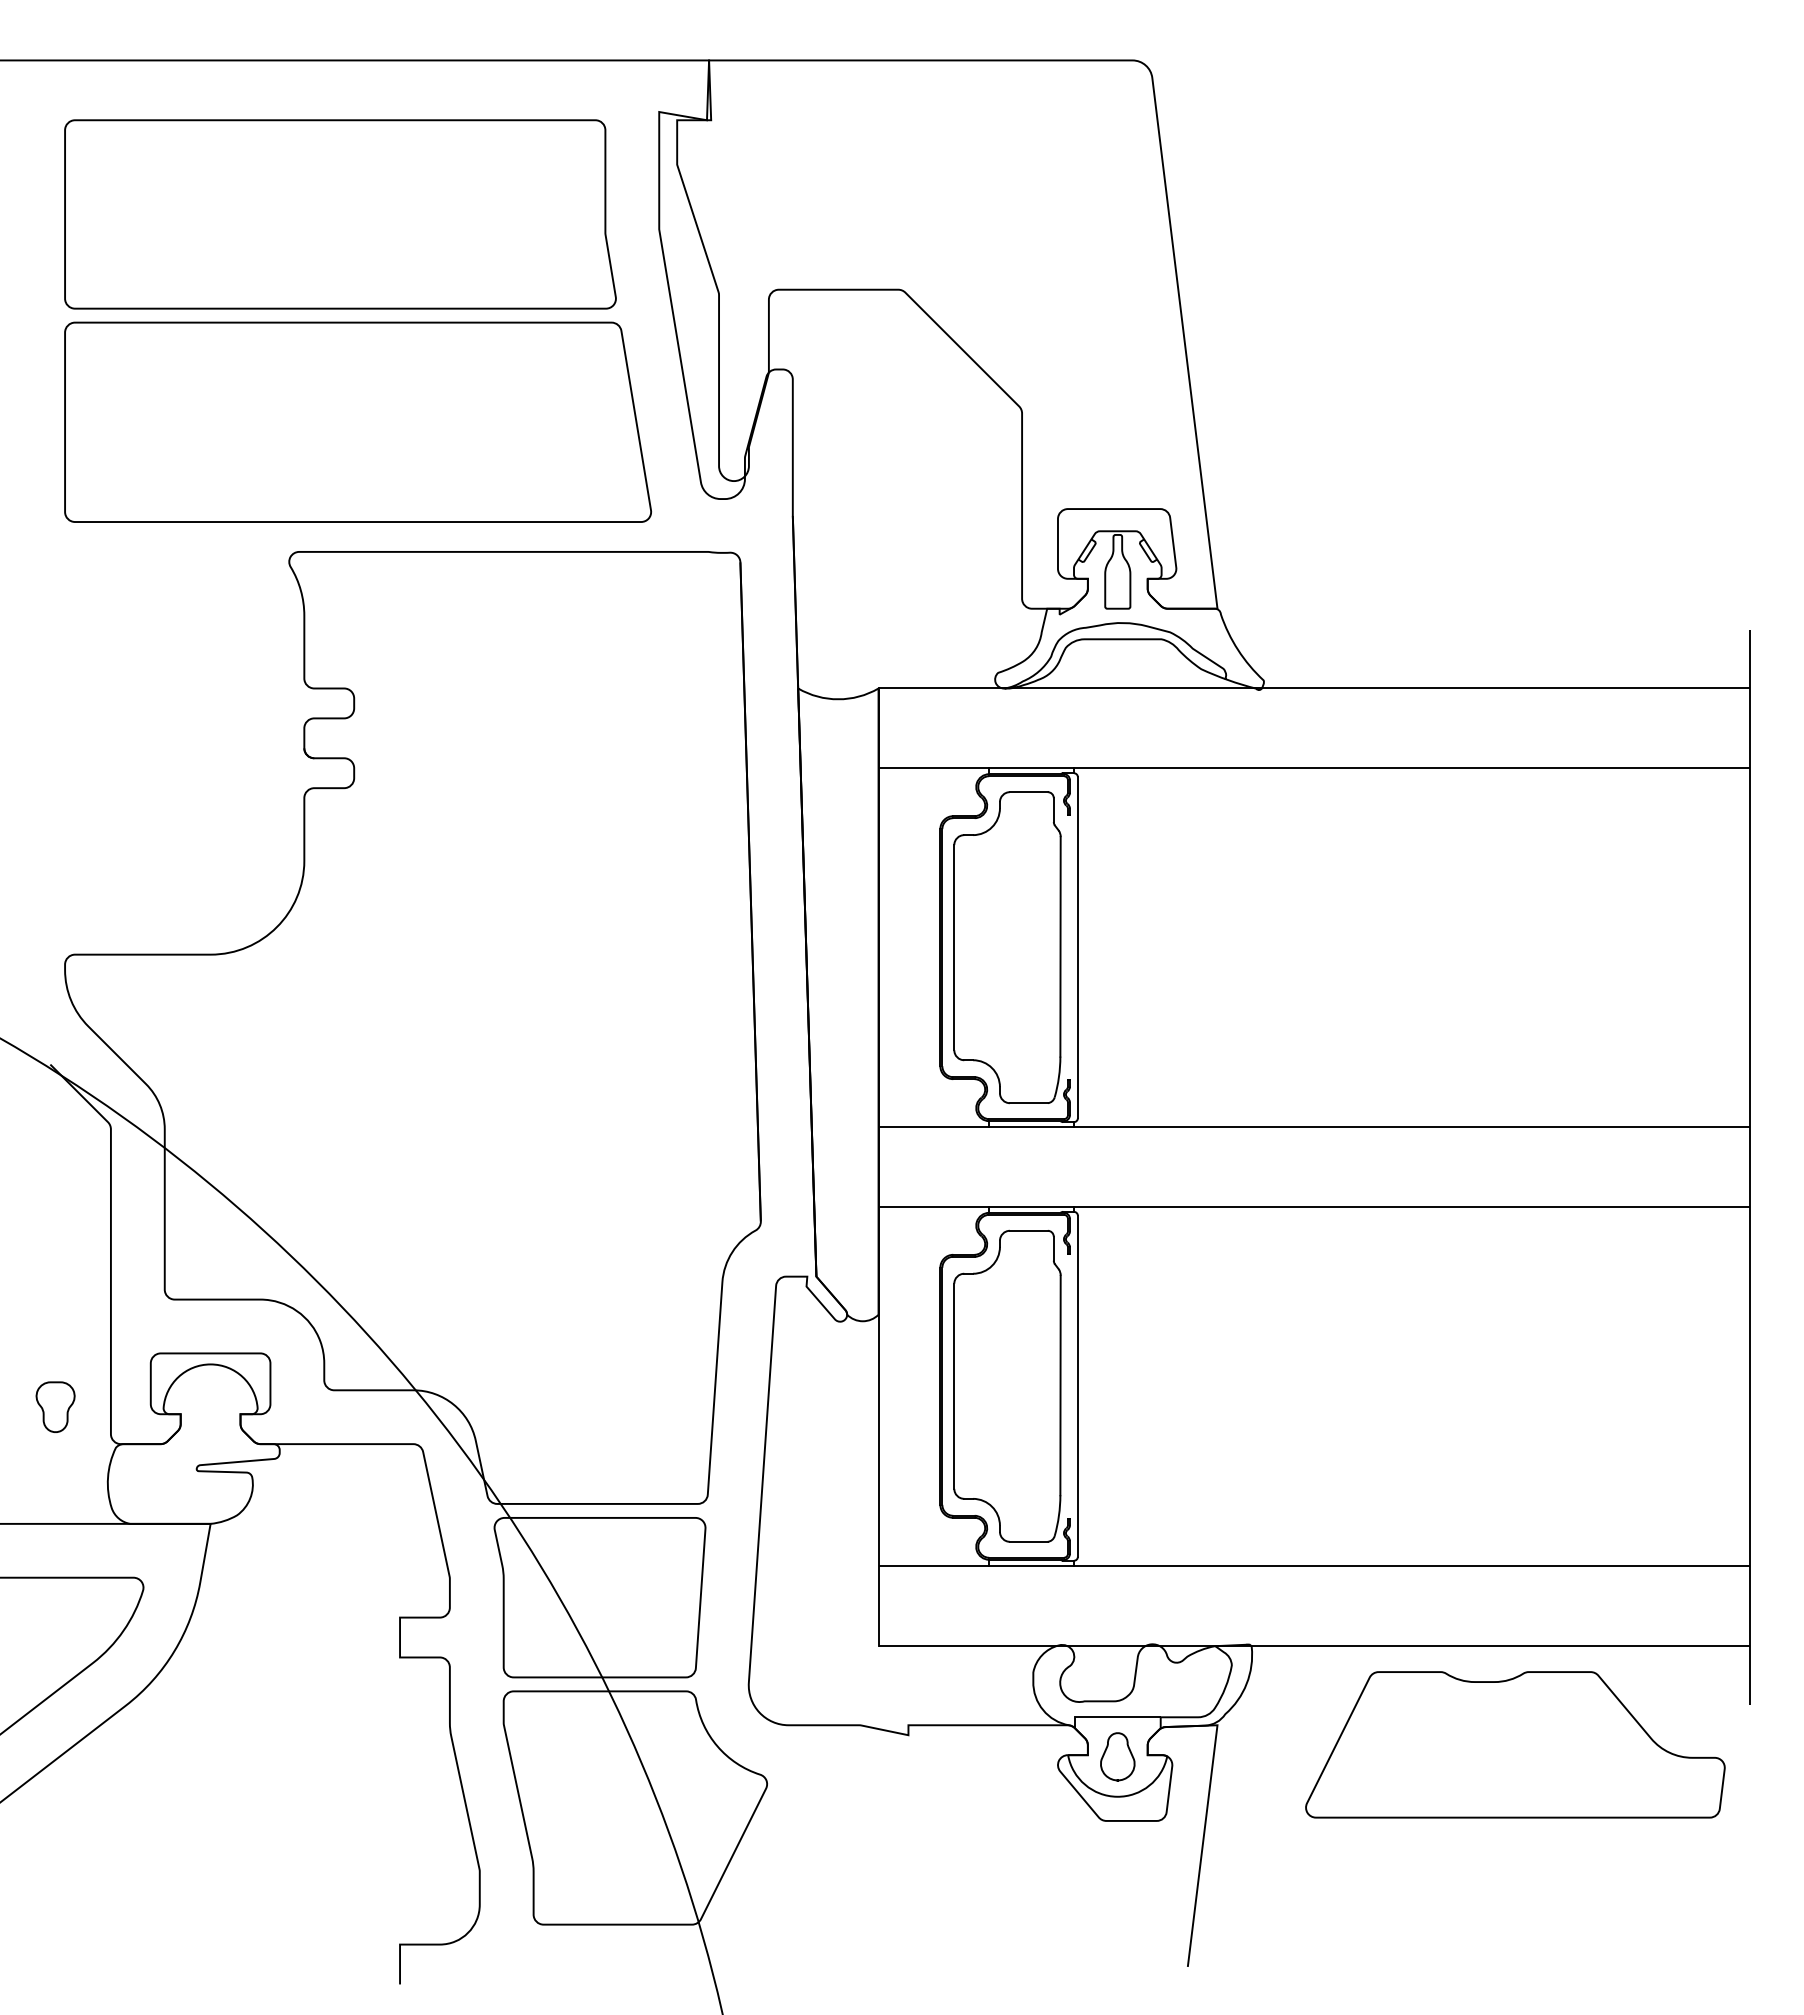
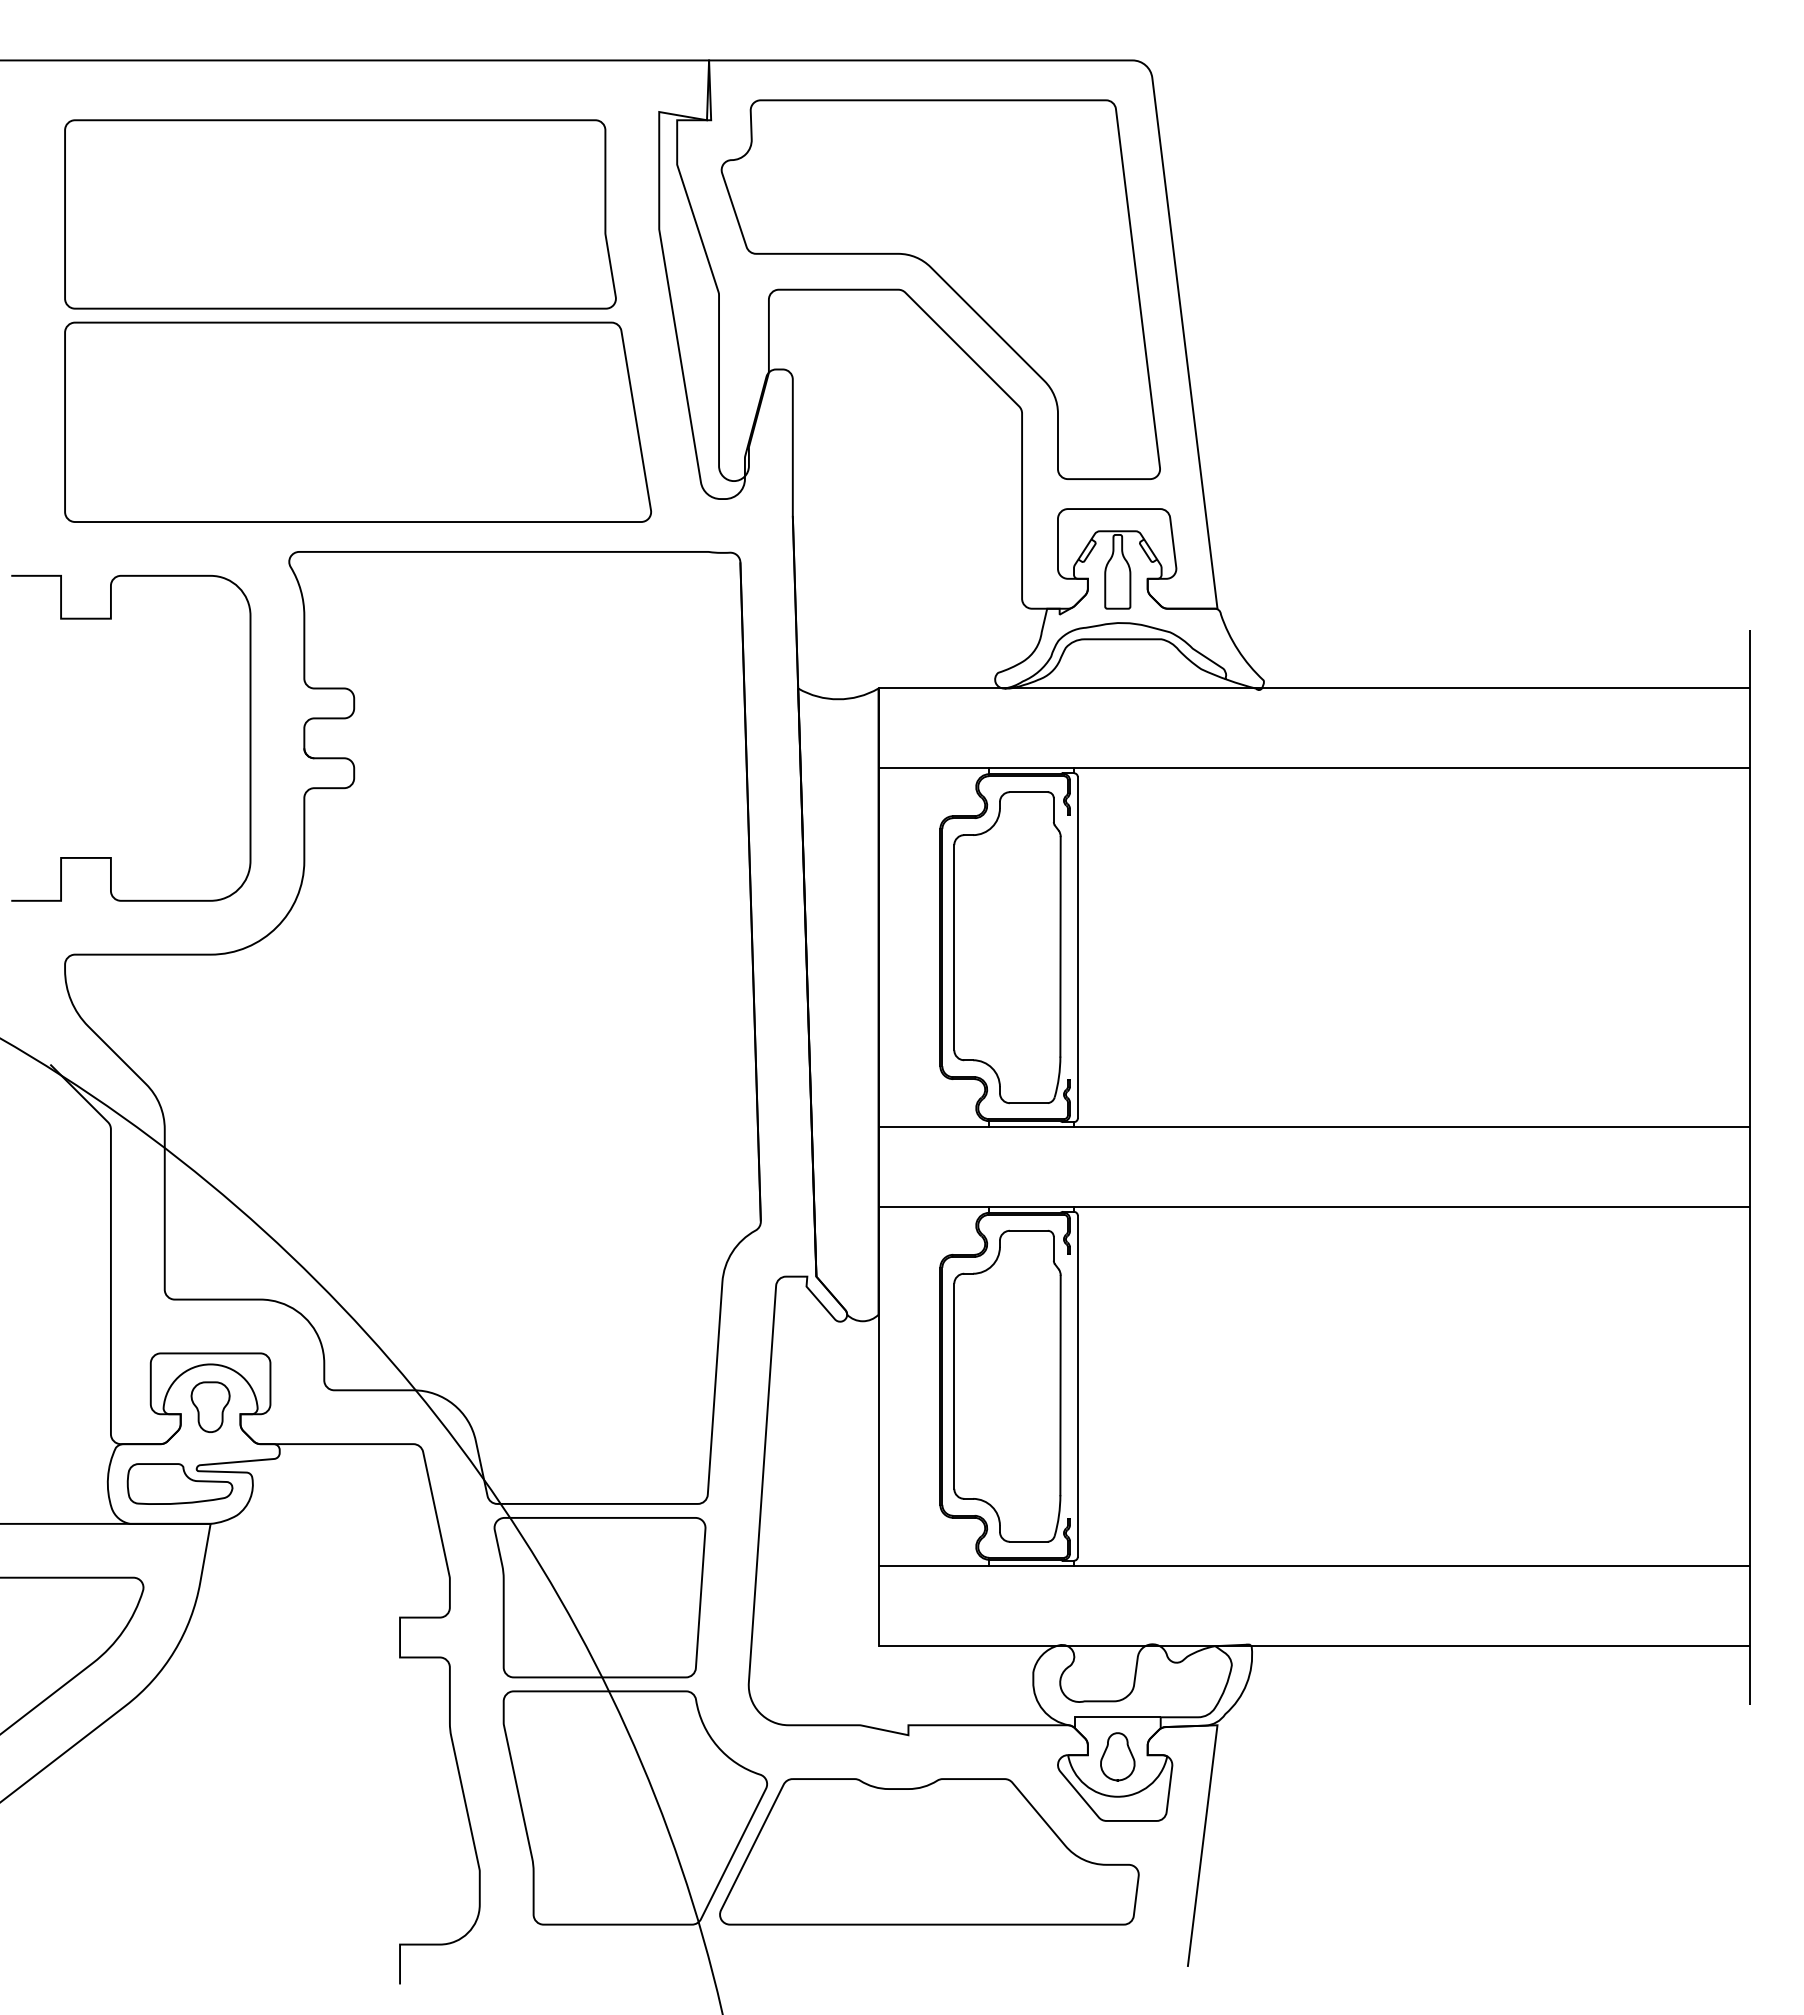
part at (945, 283): none -> present
curve at (249, 737): none -> present
part at (55, 1406) position: (55, 1406) -> (210, 1406)
part at (179, 1483): none -> present
part at (1515, 1744) position: (1515, 1744) -> (929, 1851)
